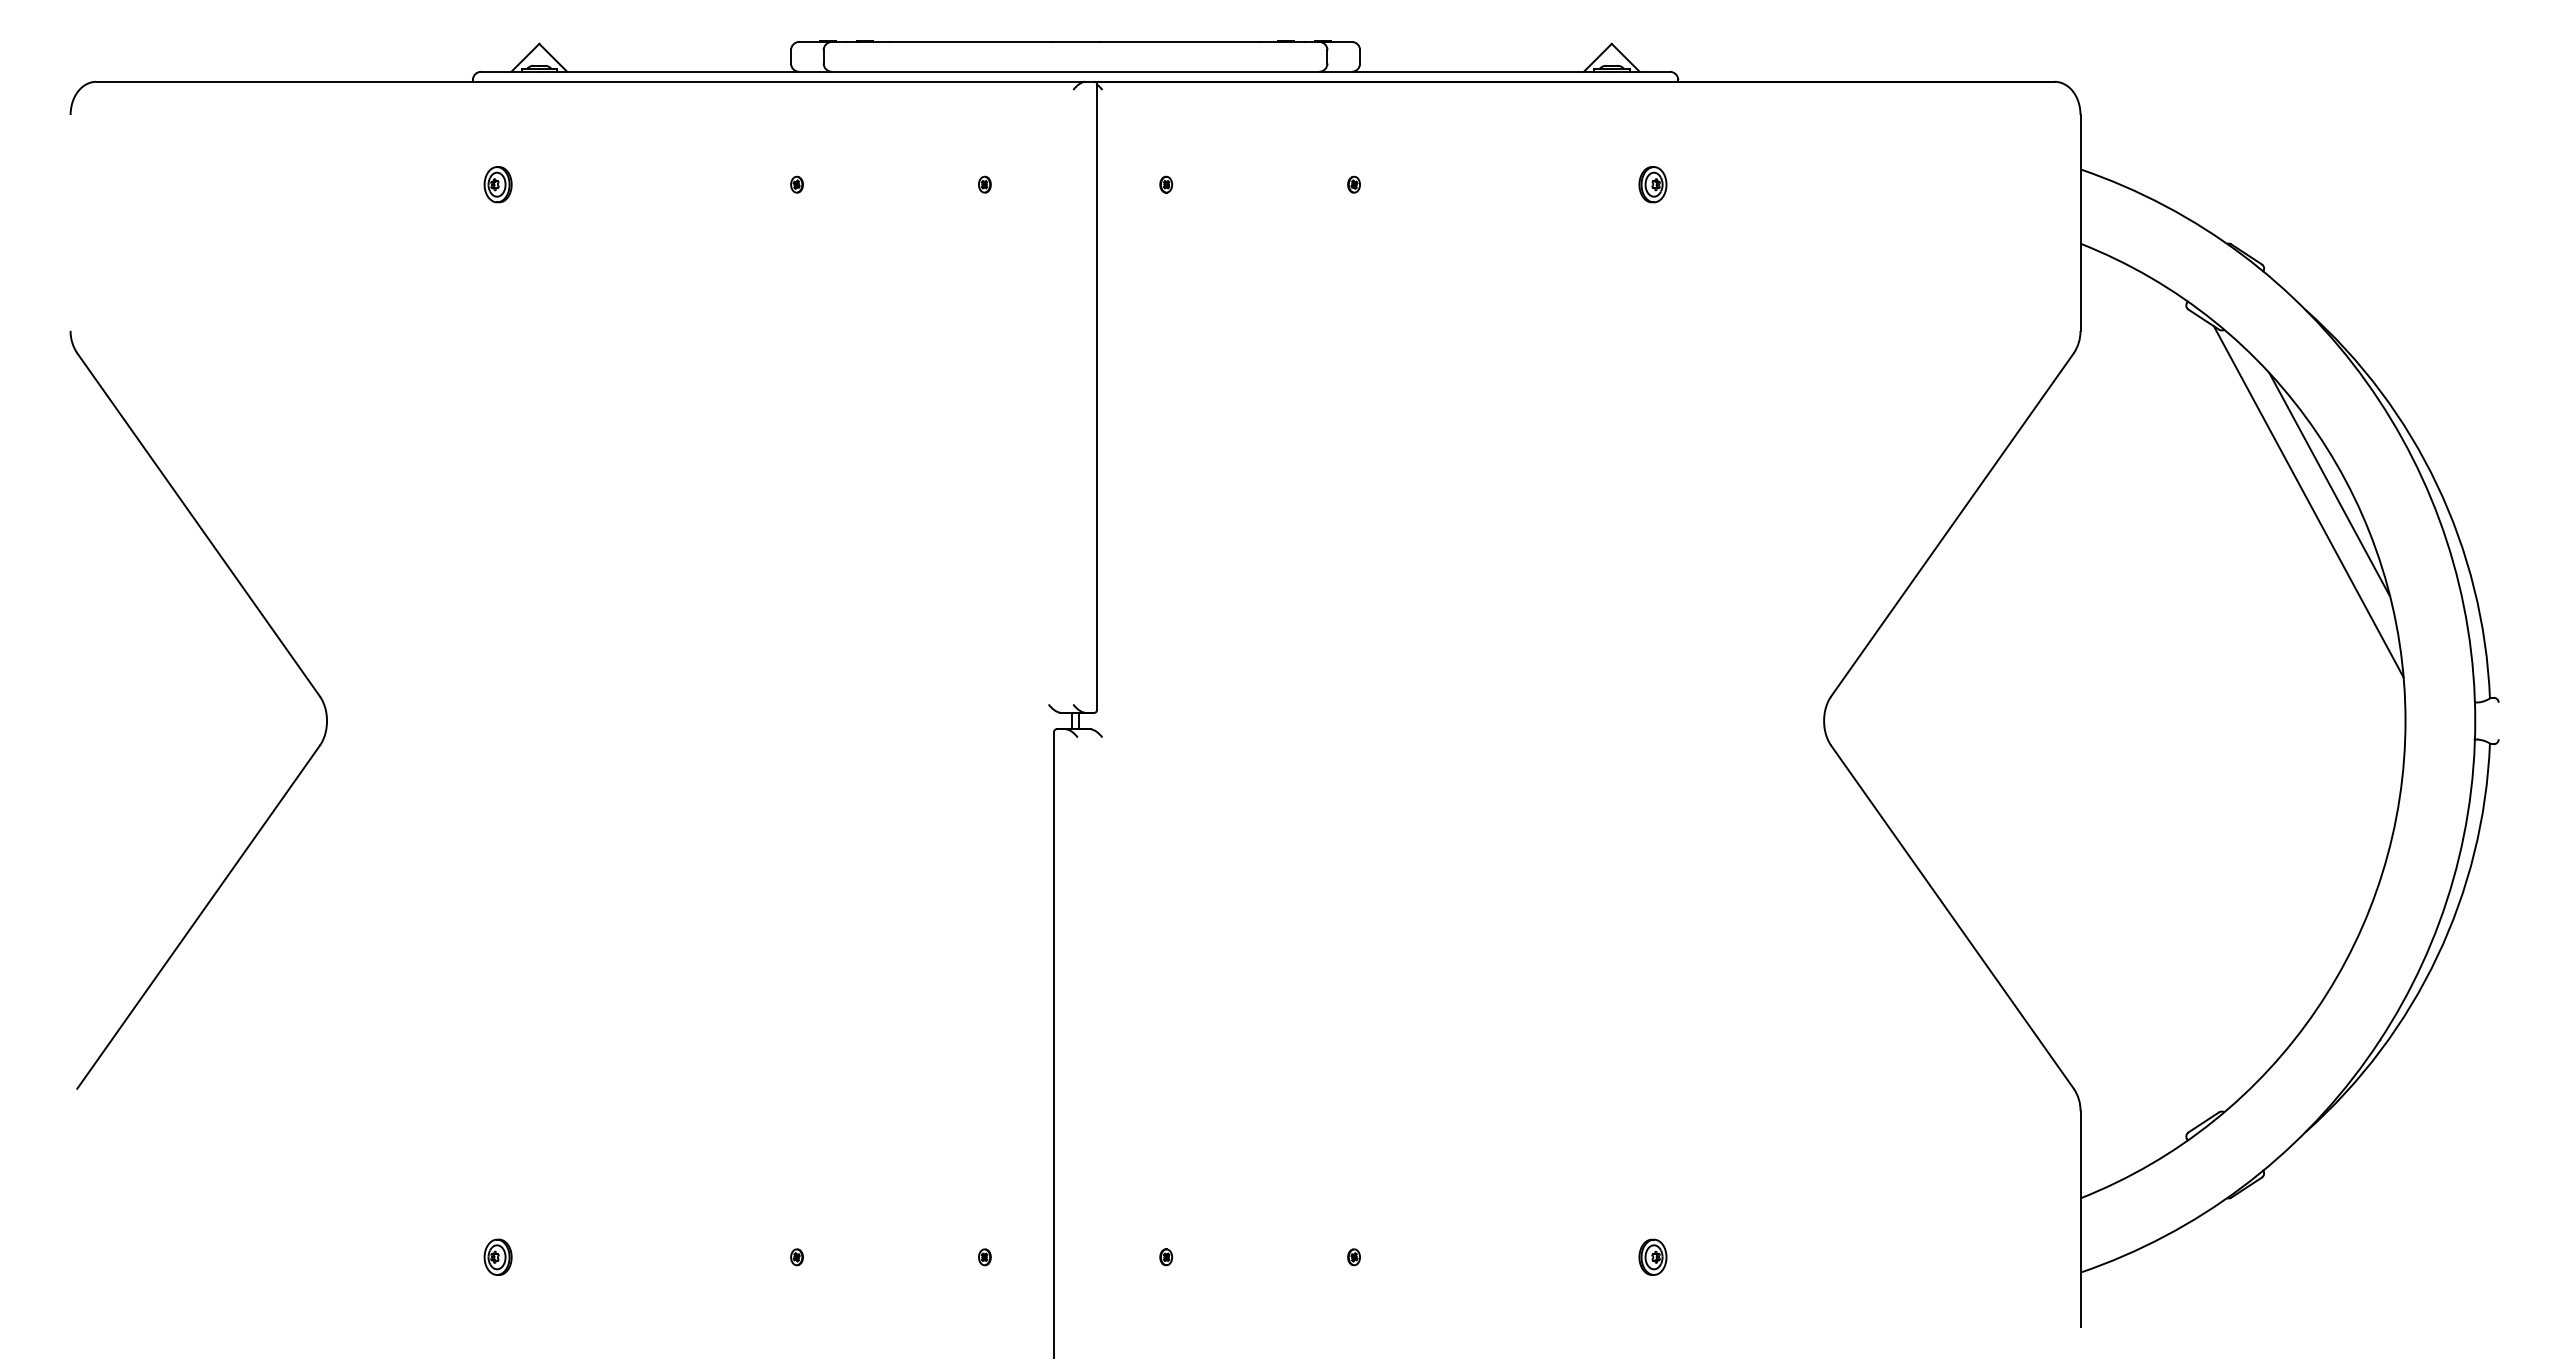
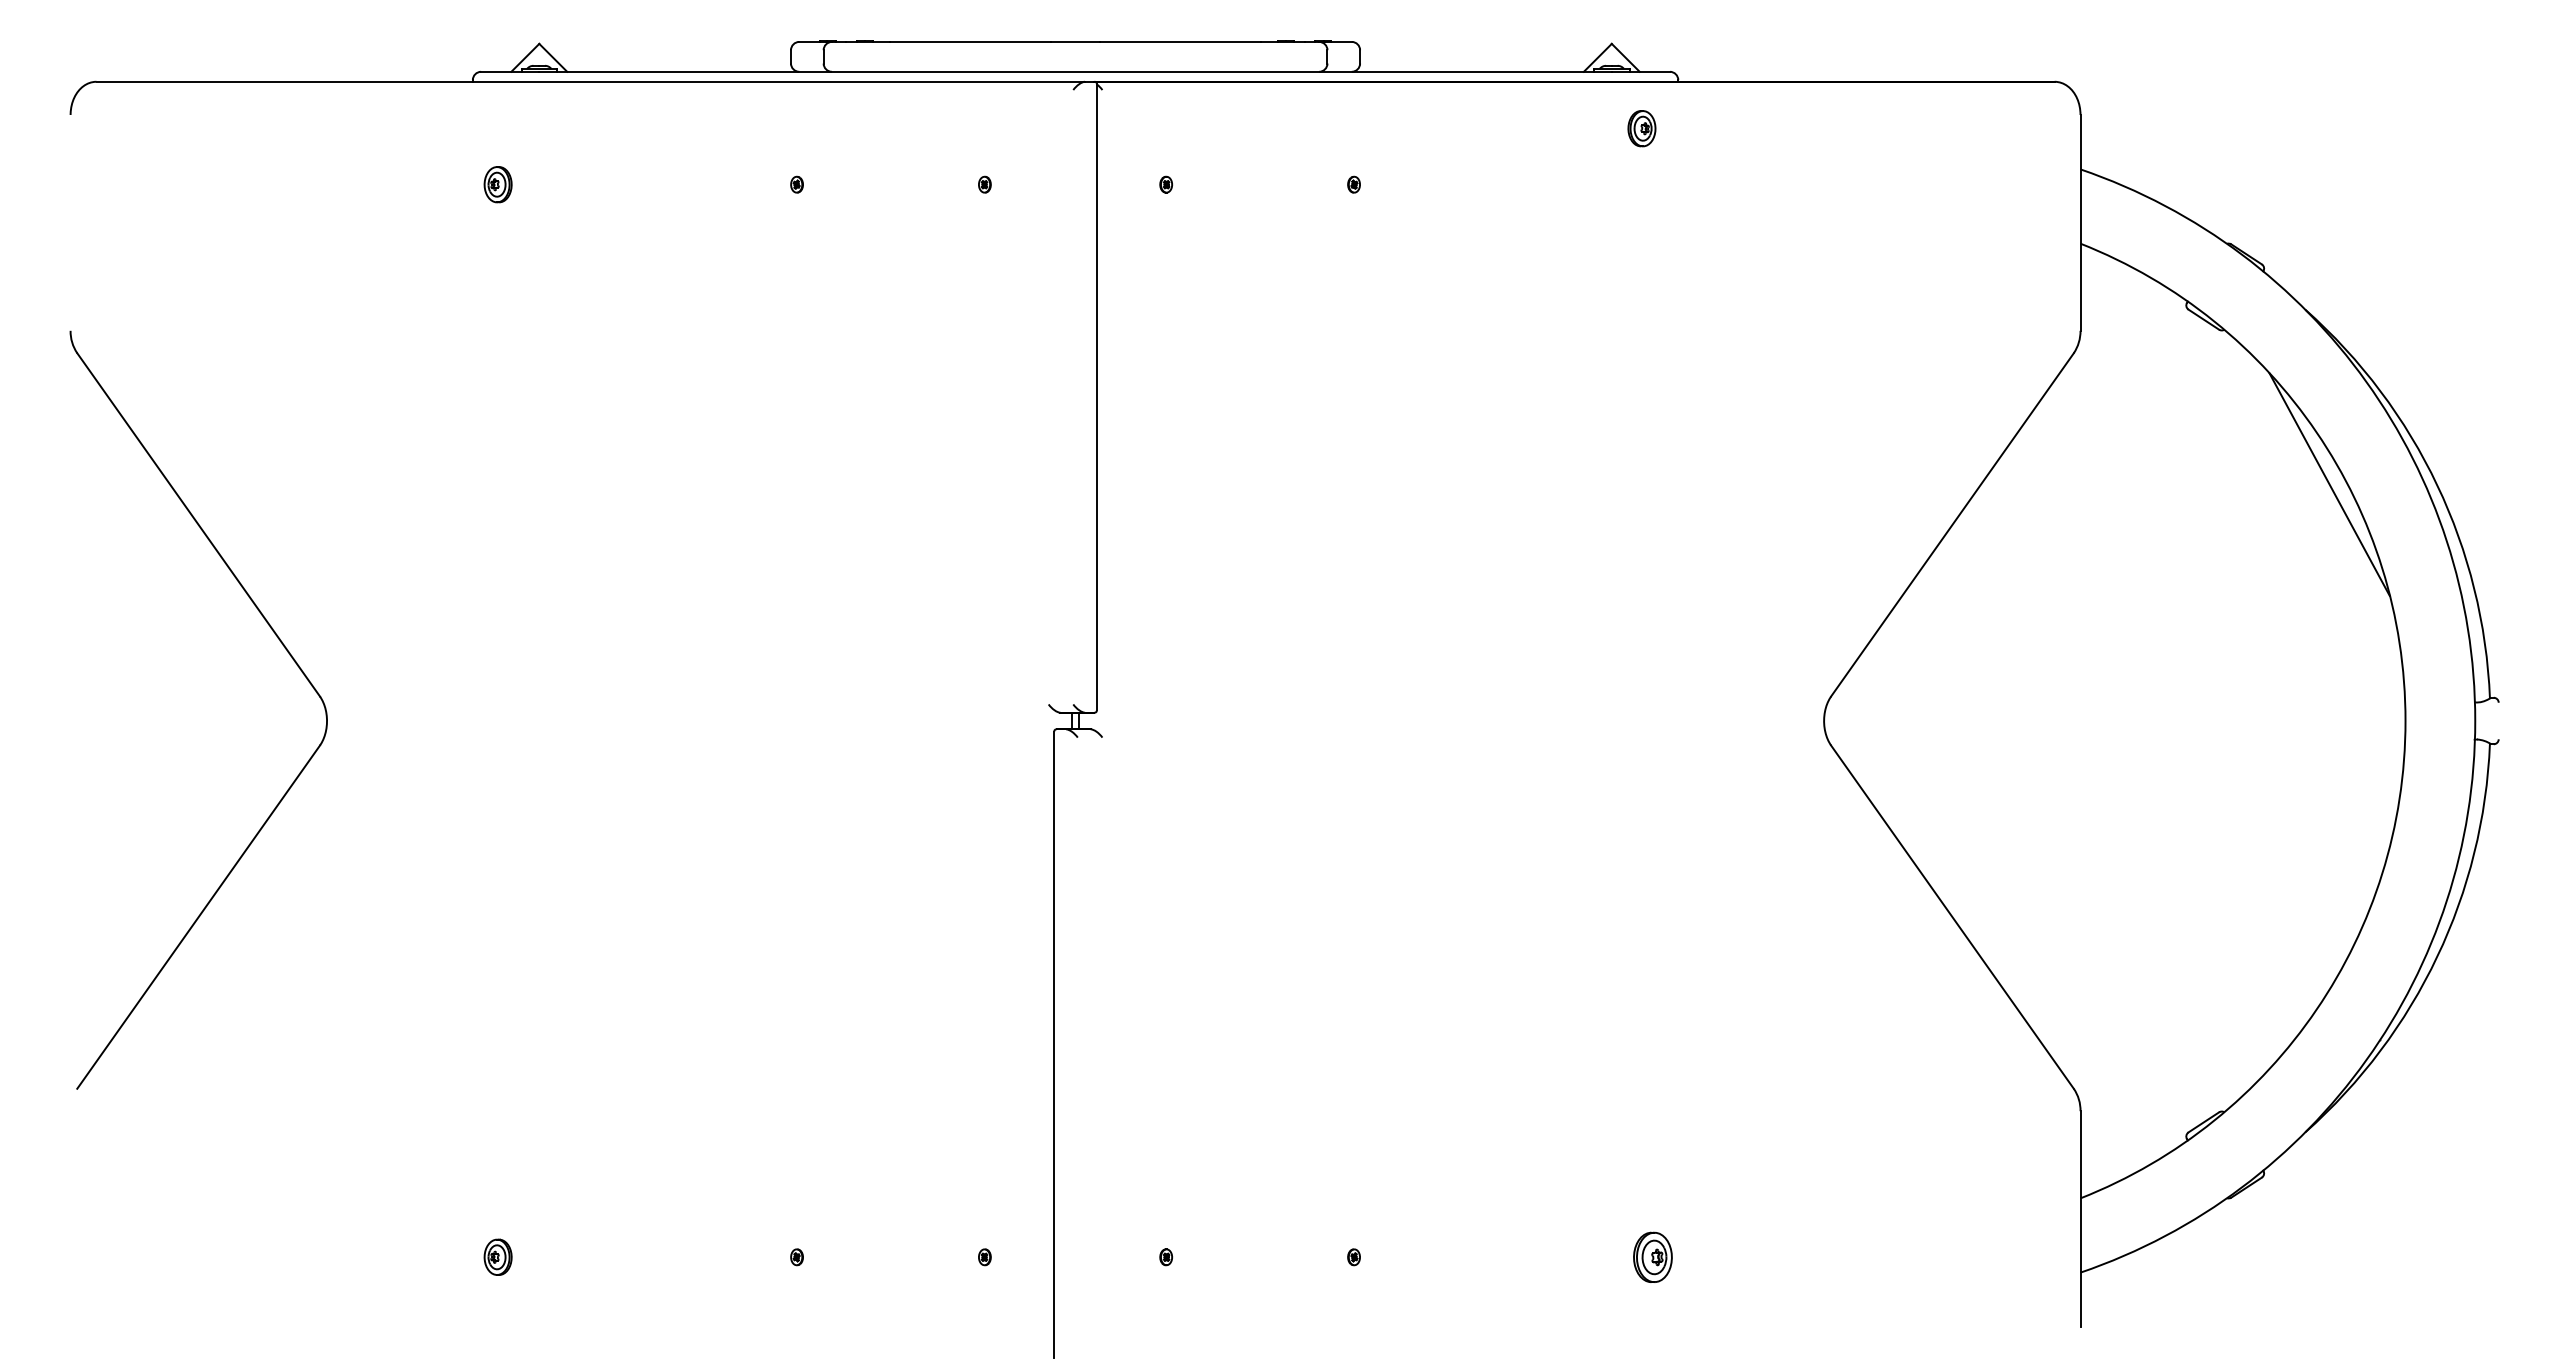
part at (1652, 184) position: (1652, 184) -> (1641, 128)
line at (2308, 501): present -> none
part at (1652, 1256) size: 30x38 px -> 40x52 px
